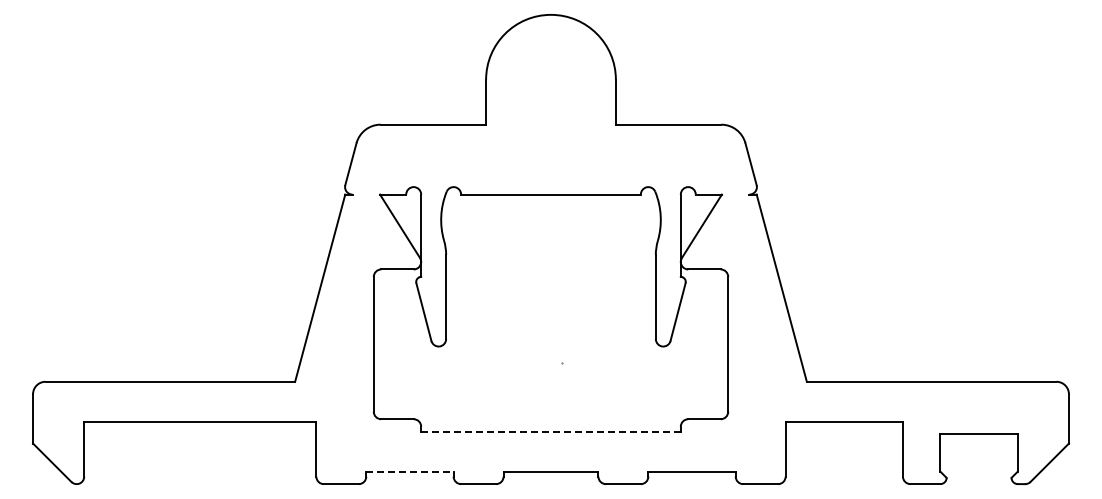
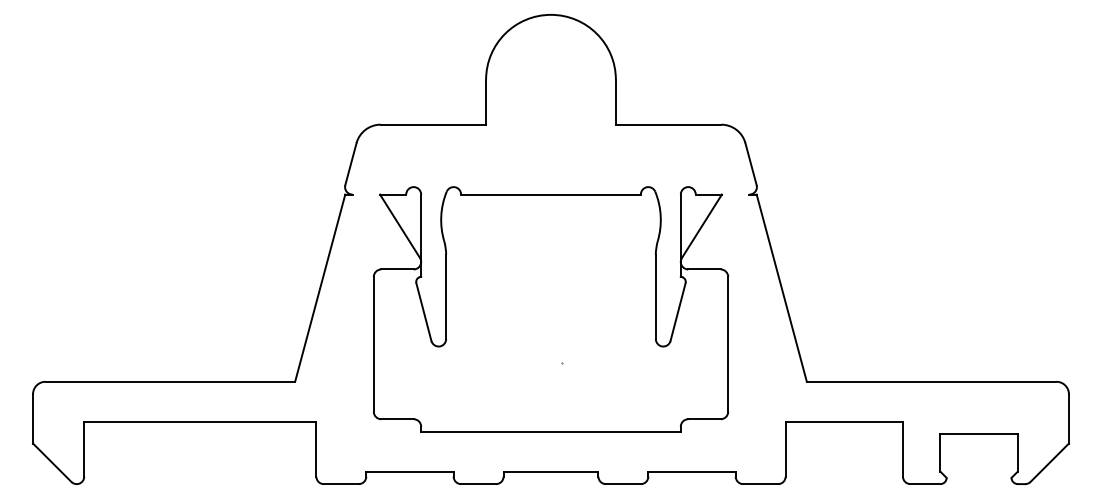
line at (551, 431): dashed -> solid
line at (409, 471): dashed -> solid
